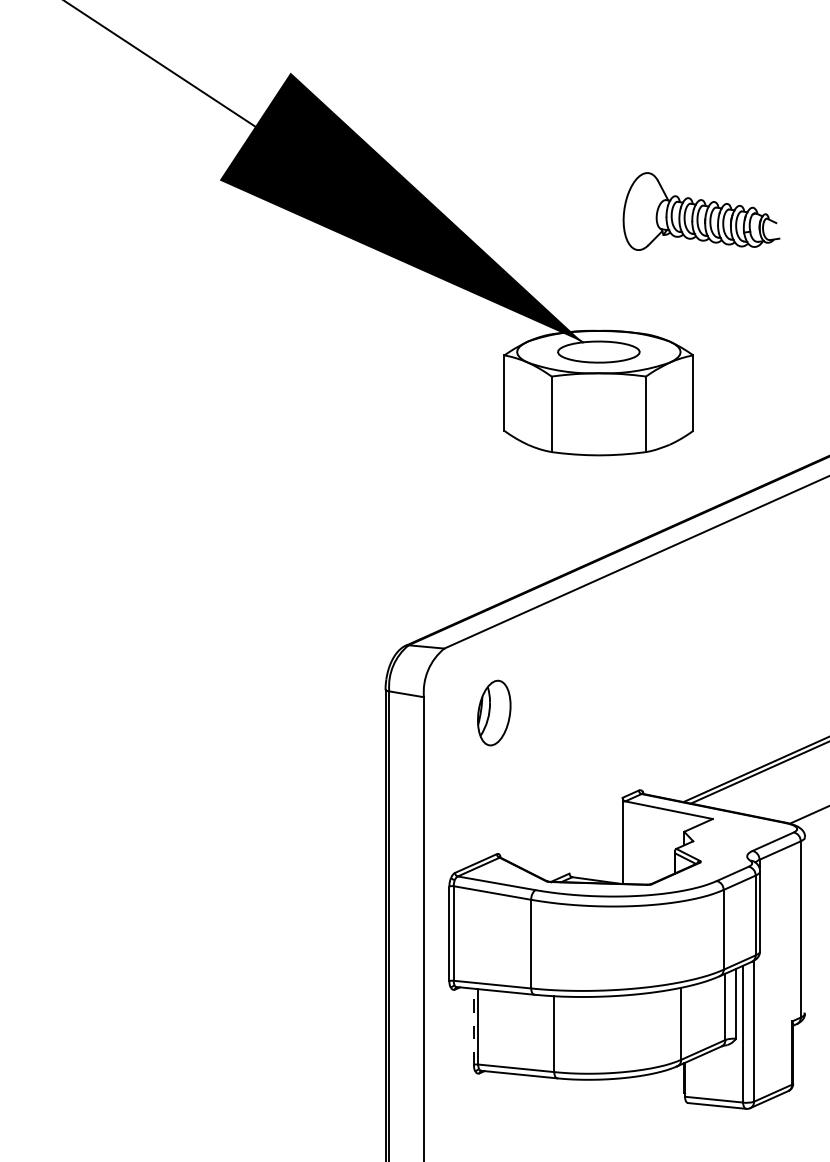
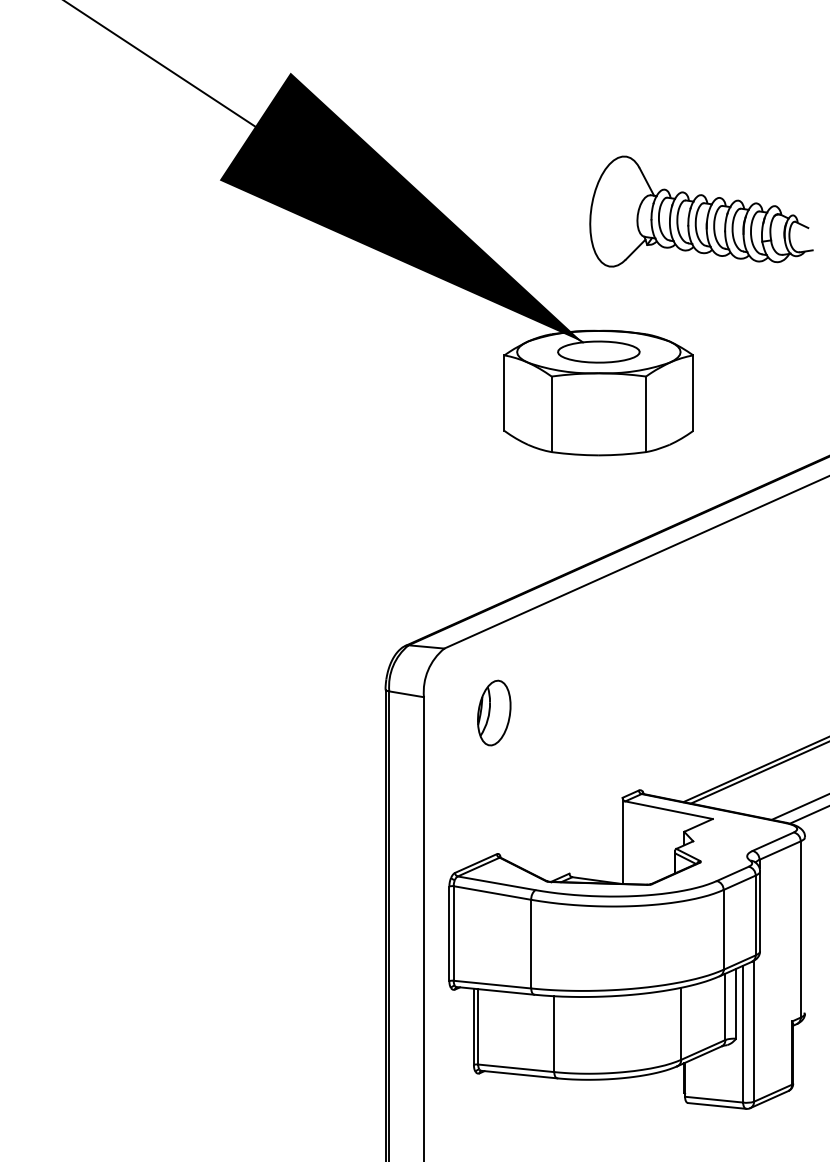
part at (701, 211) size: 159x79 px -> 225x113 px
line at (798, 807): none -> present
line at (473, 1026): dashed -> solid
